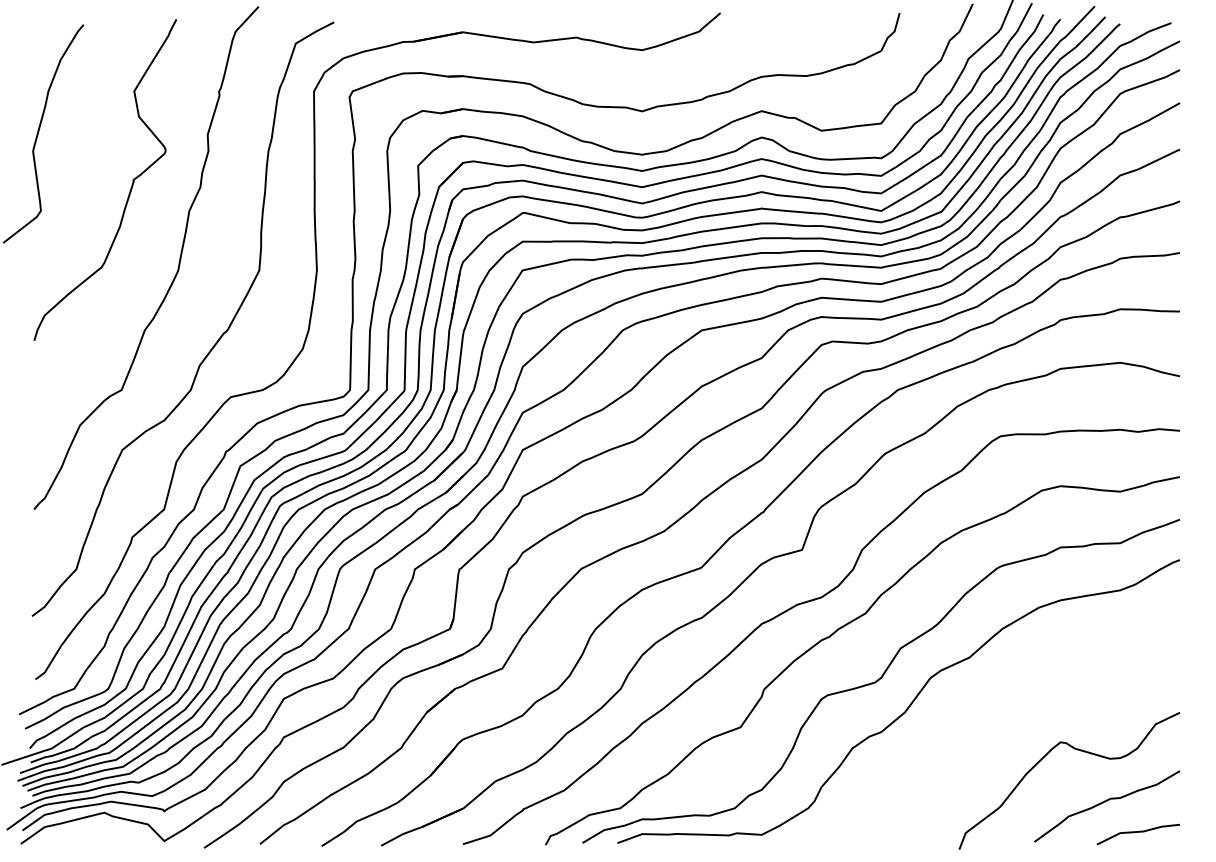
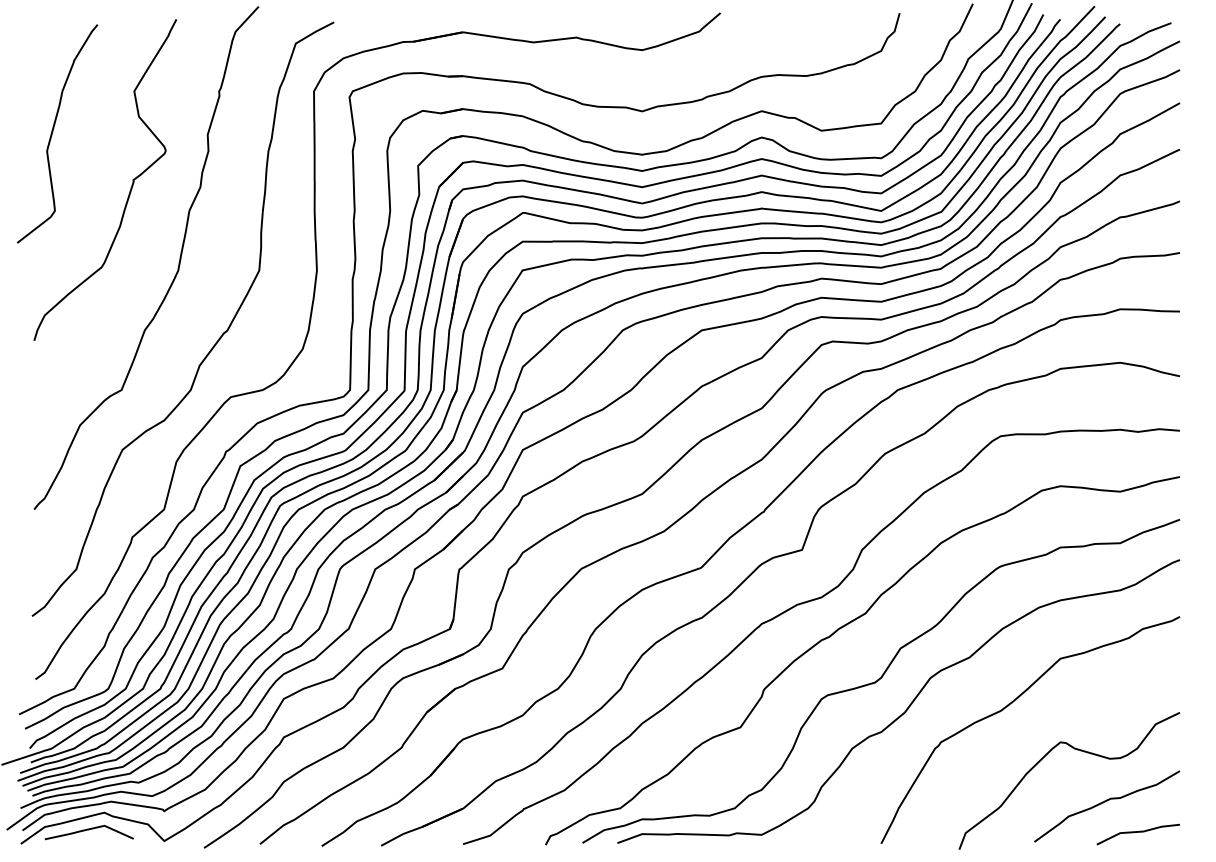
curve at (39, 132) position: (39, 132) -> (53, 132)
curve at (1012, 703): none -> present
line at (88, 830): none -> present
